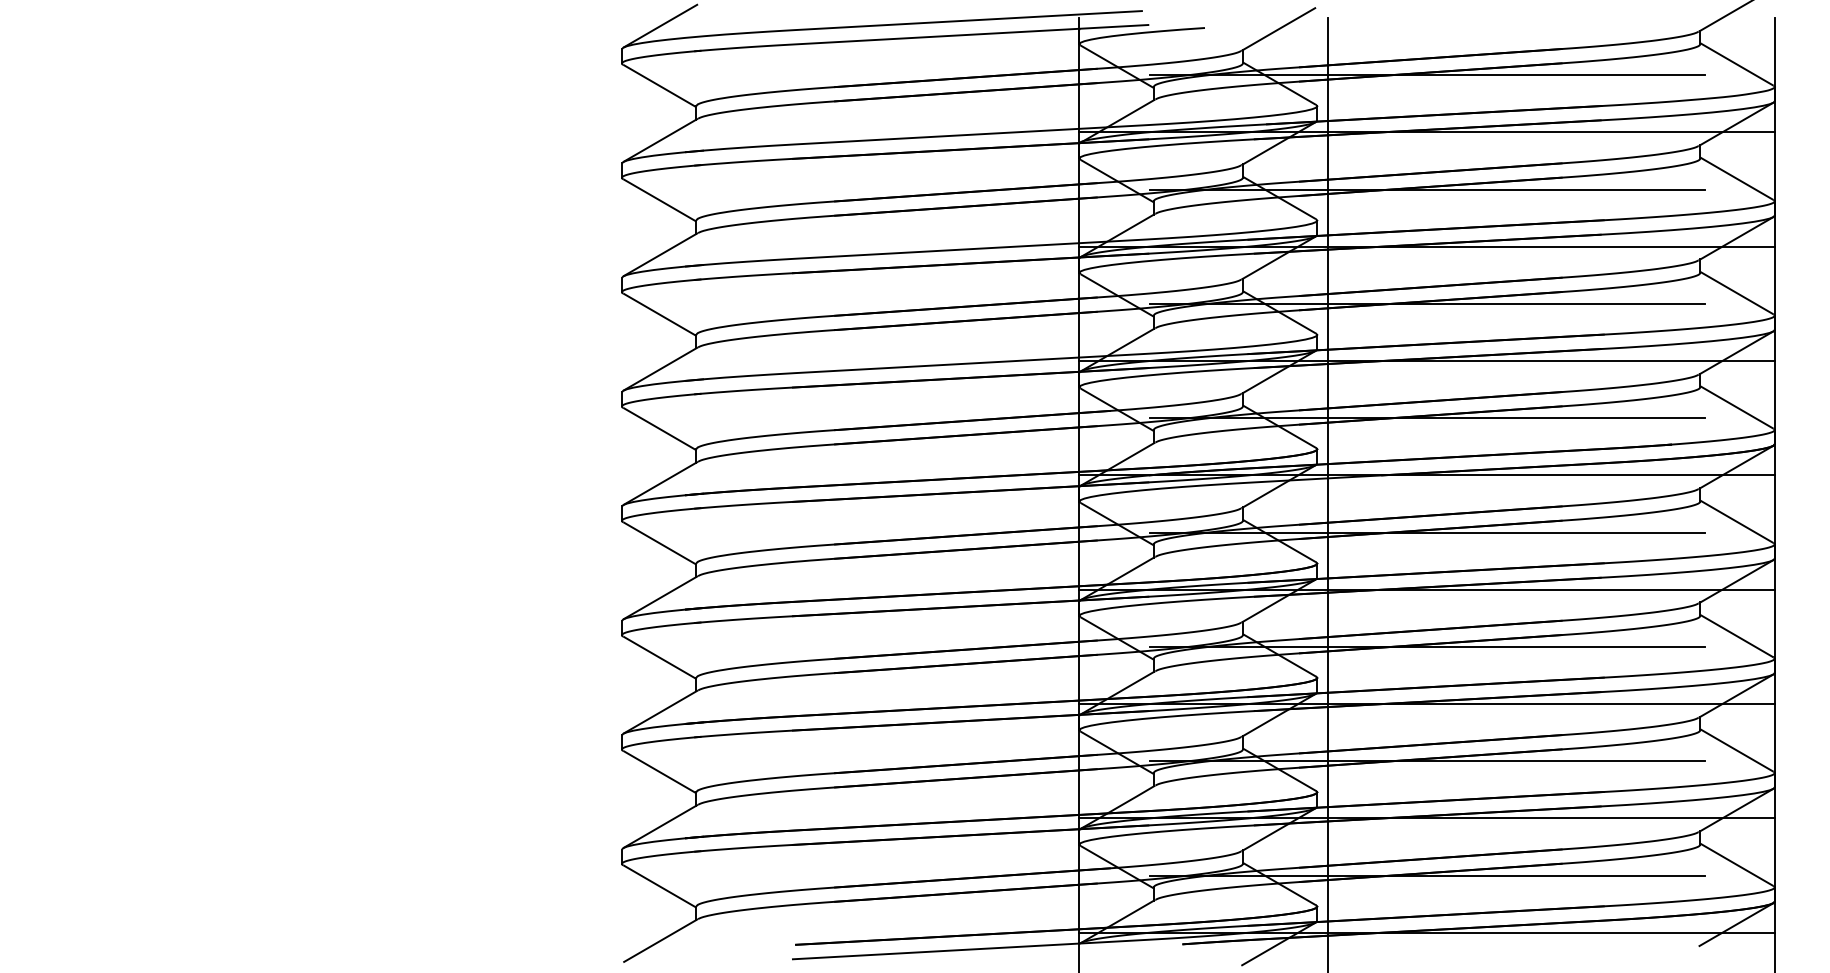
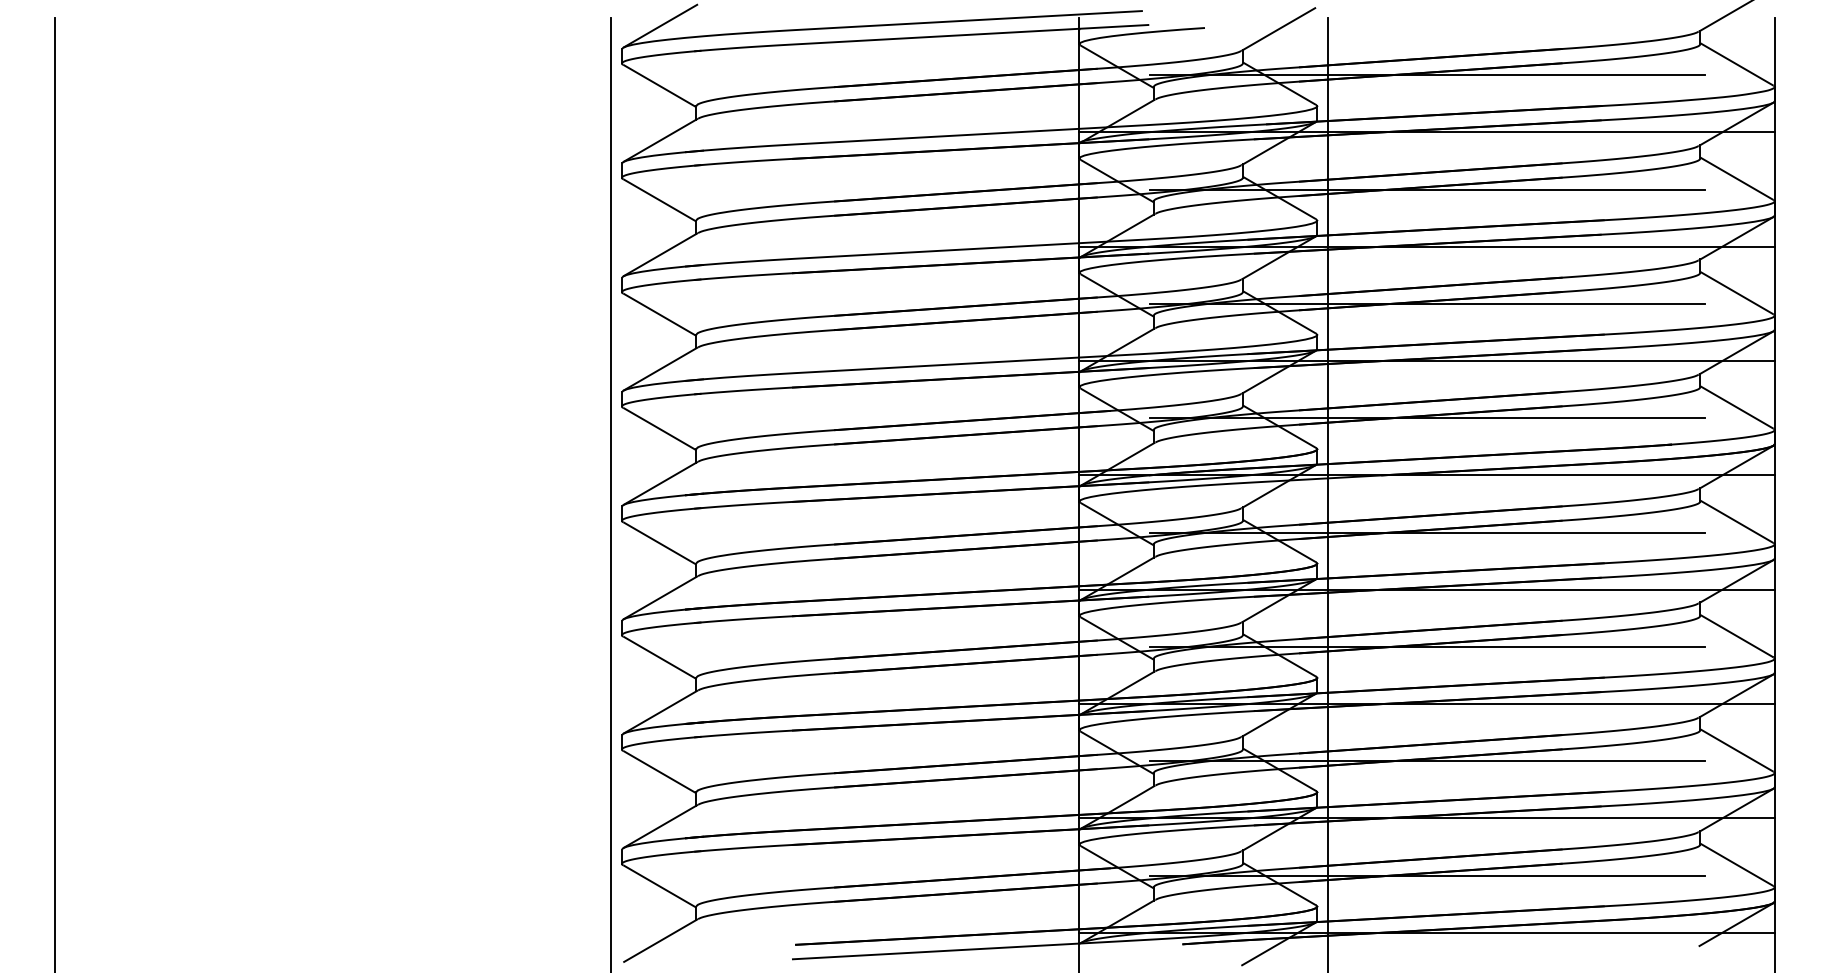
line at (54, 493): none -> present
line at (611, 493): none -> present
